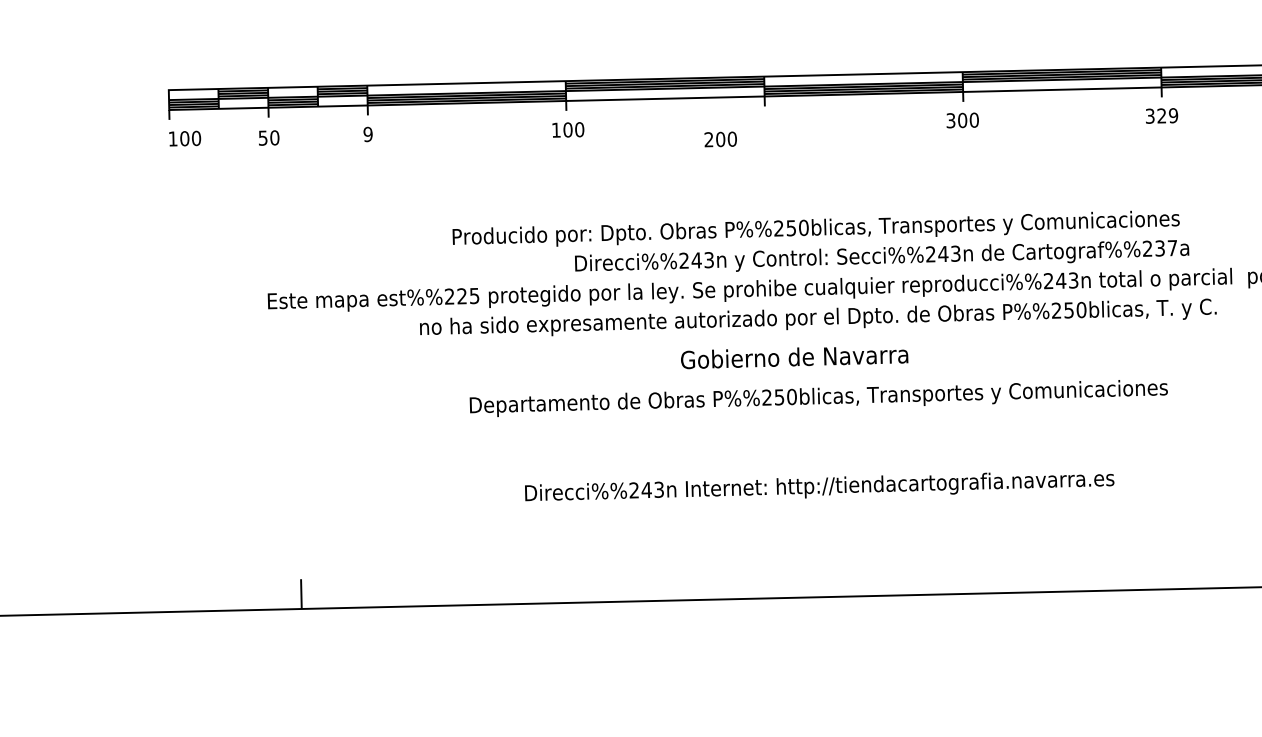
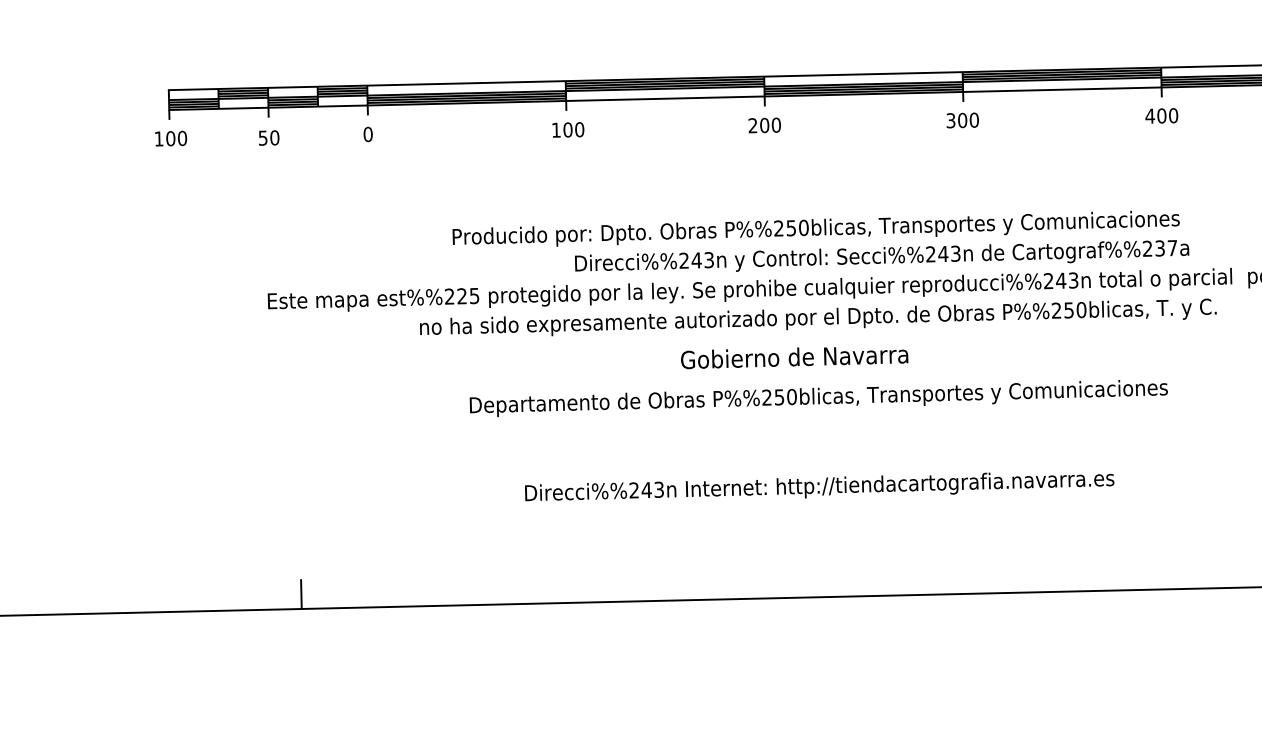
text at (1161, 115): 329 -> 400
text at (367, 134): 9 -> 0
text at (185, 138) position: (185, 138) -> (171, 138)
text at (720, 139) position: (720, 139) -> (764, 125)
